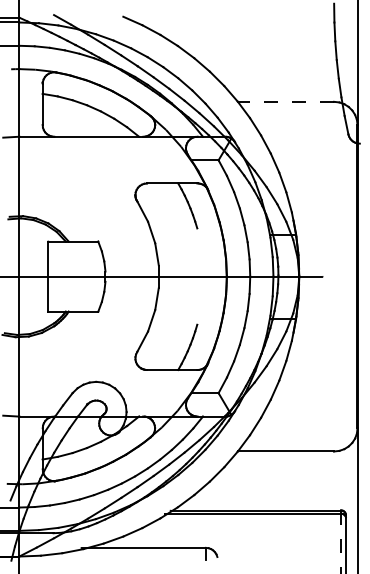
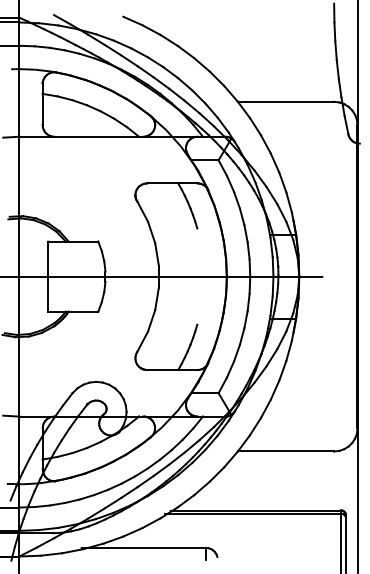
line at (285, 101): dashed -> solid
line at (341, 543): dashed -> solid
